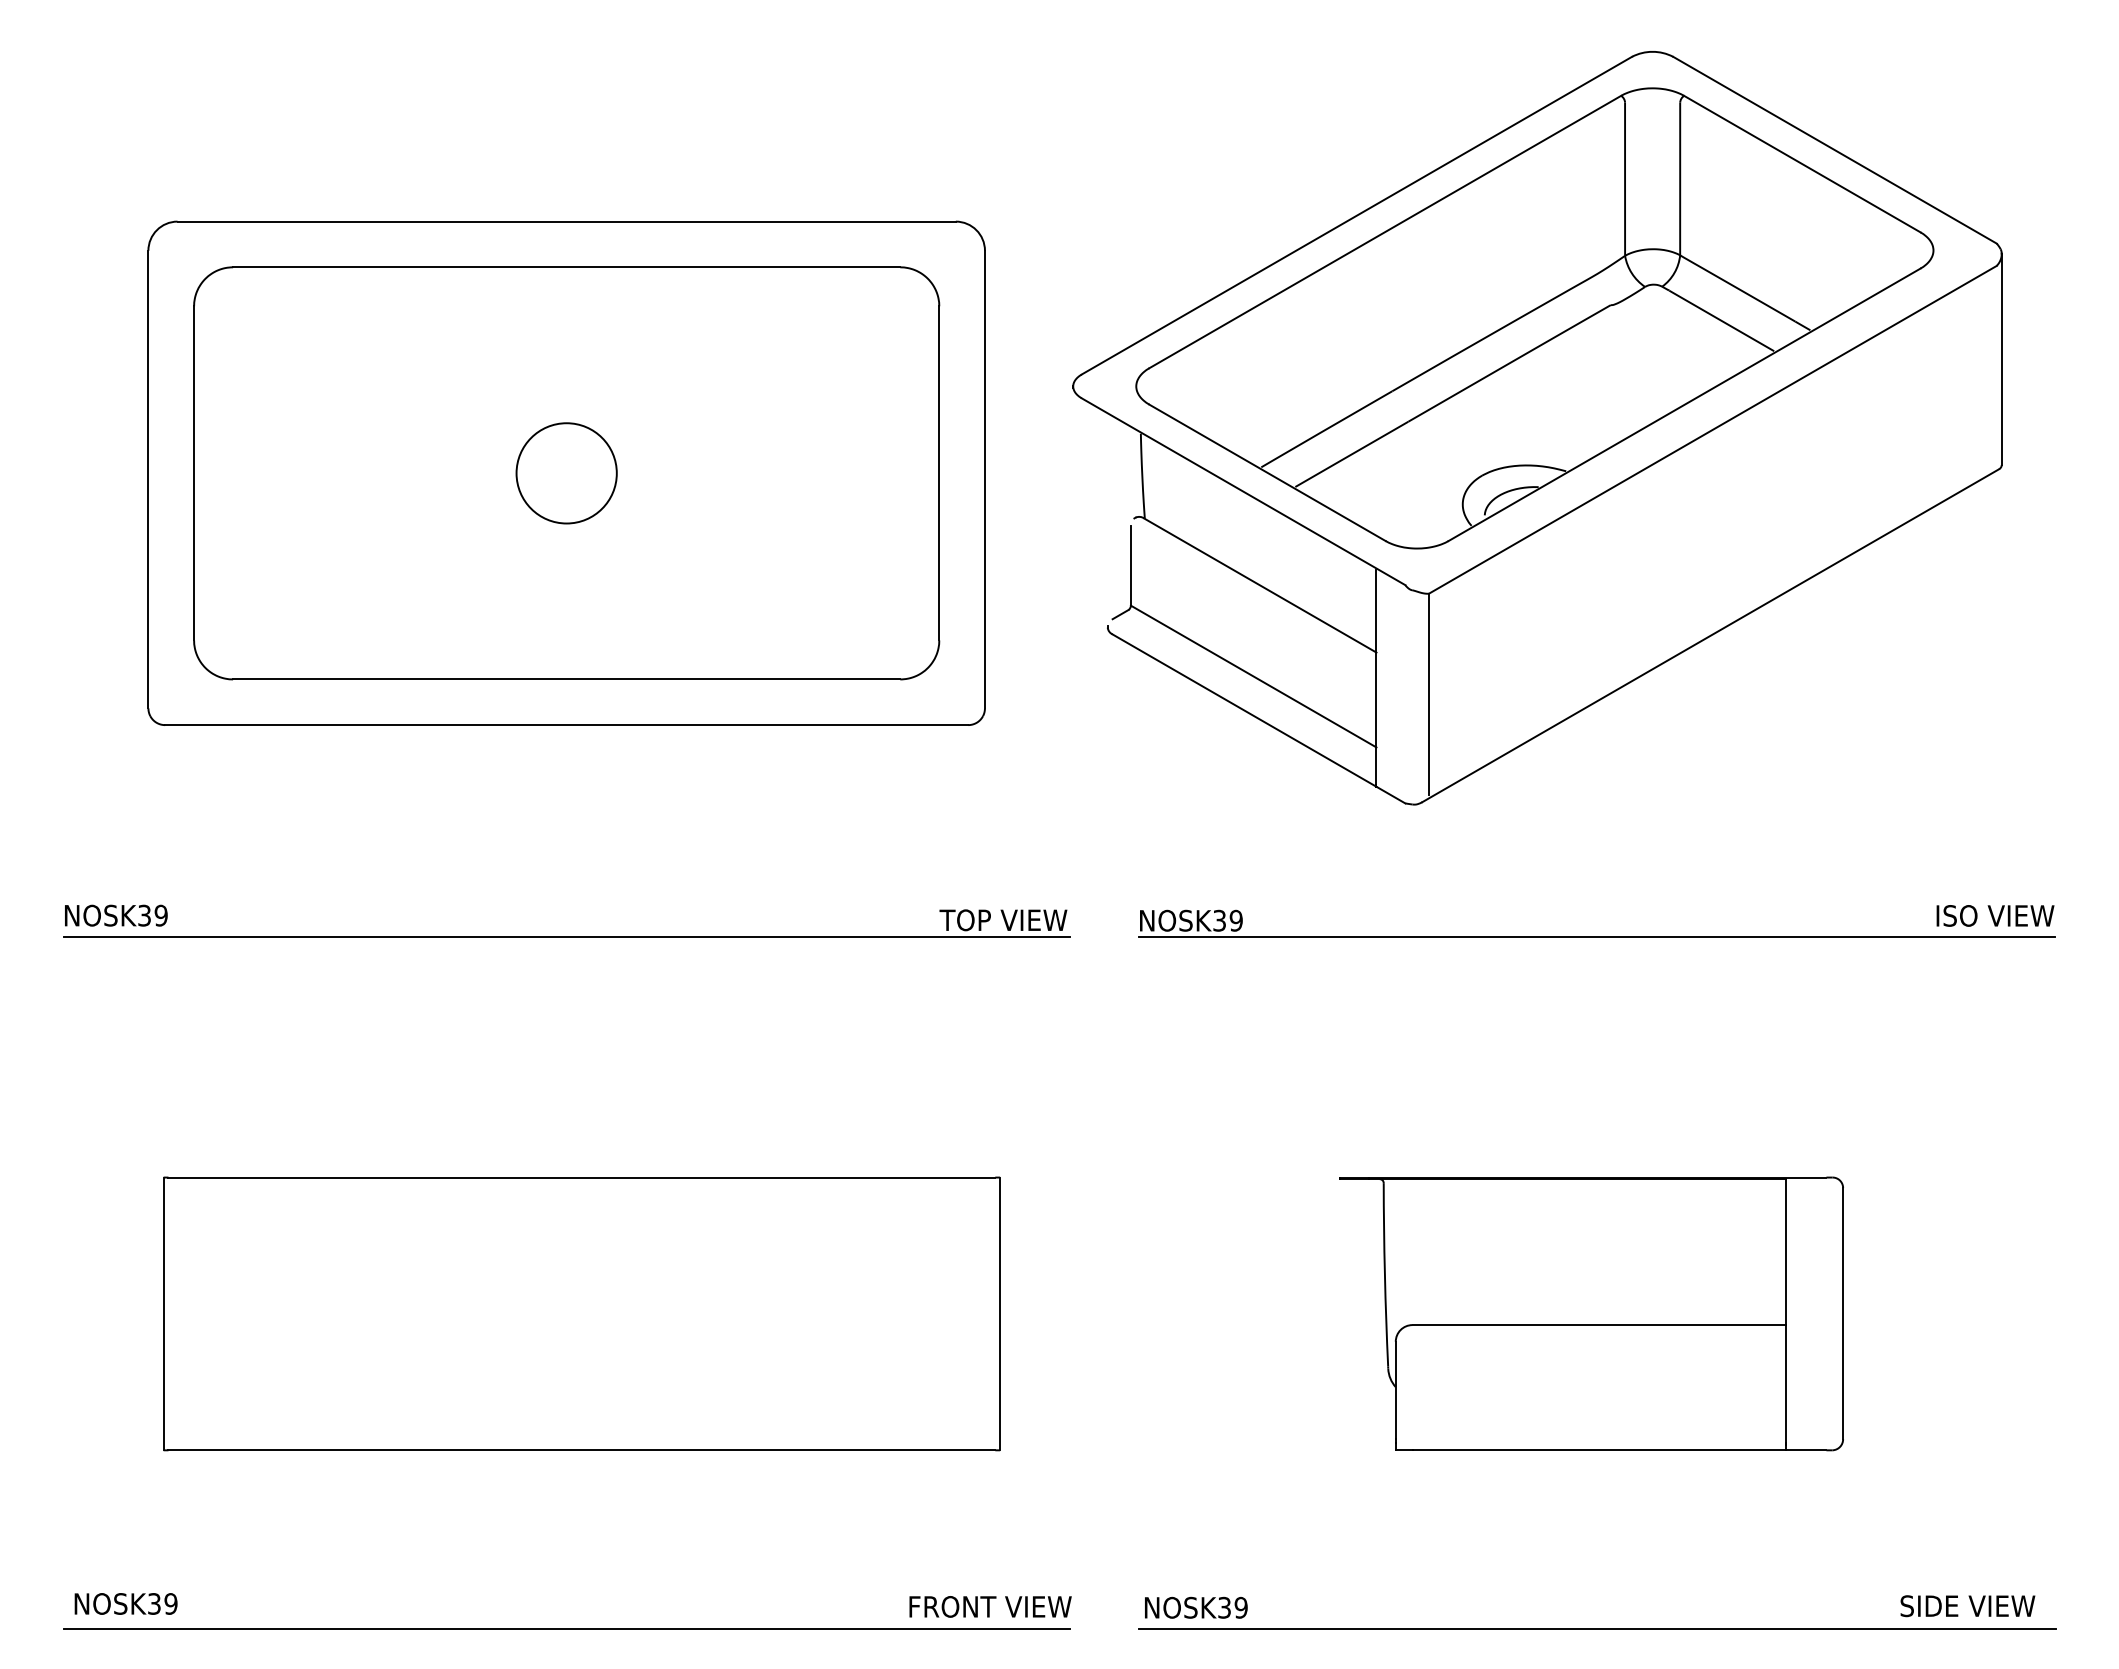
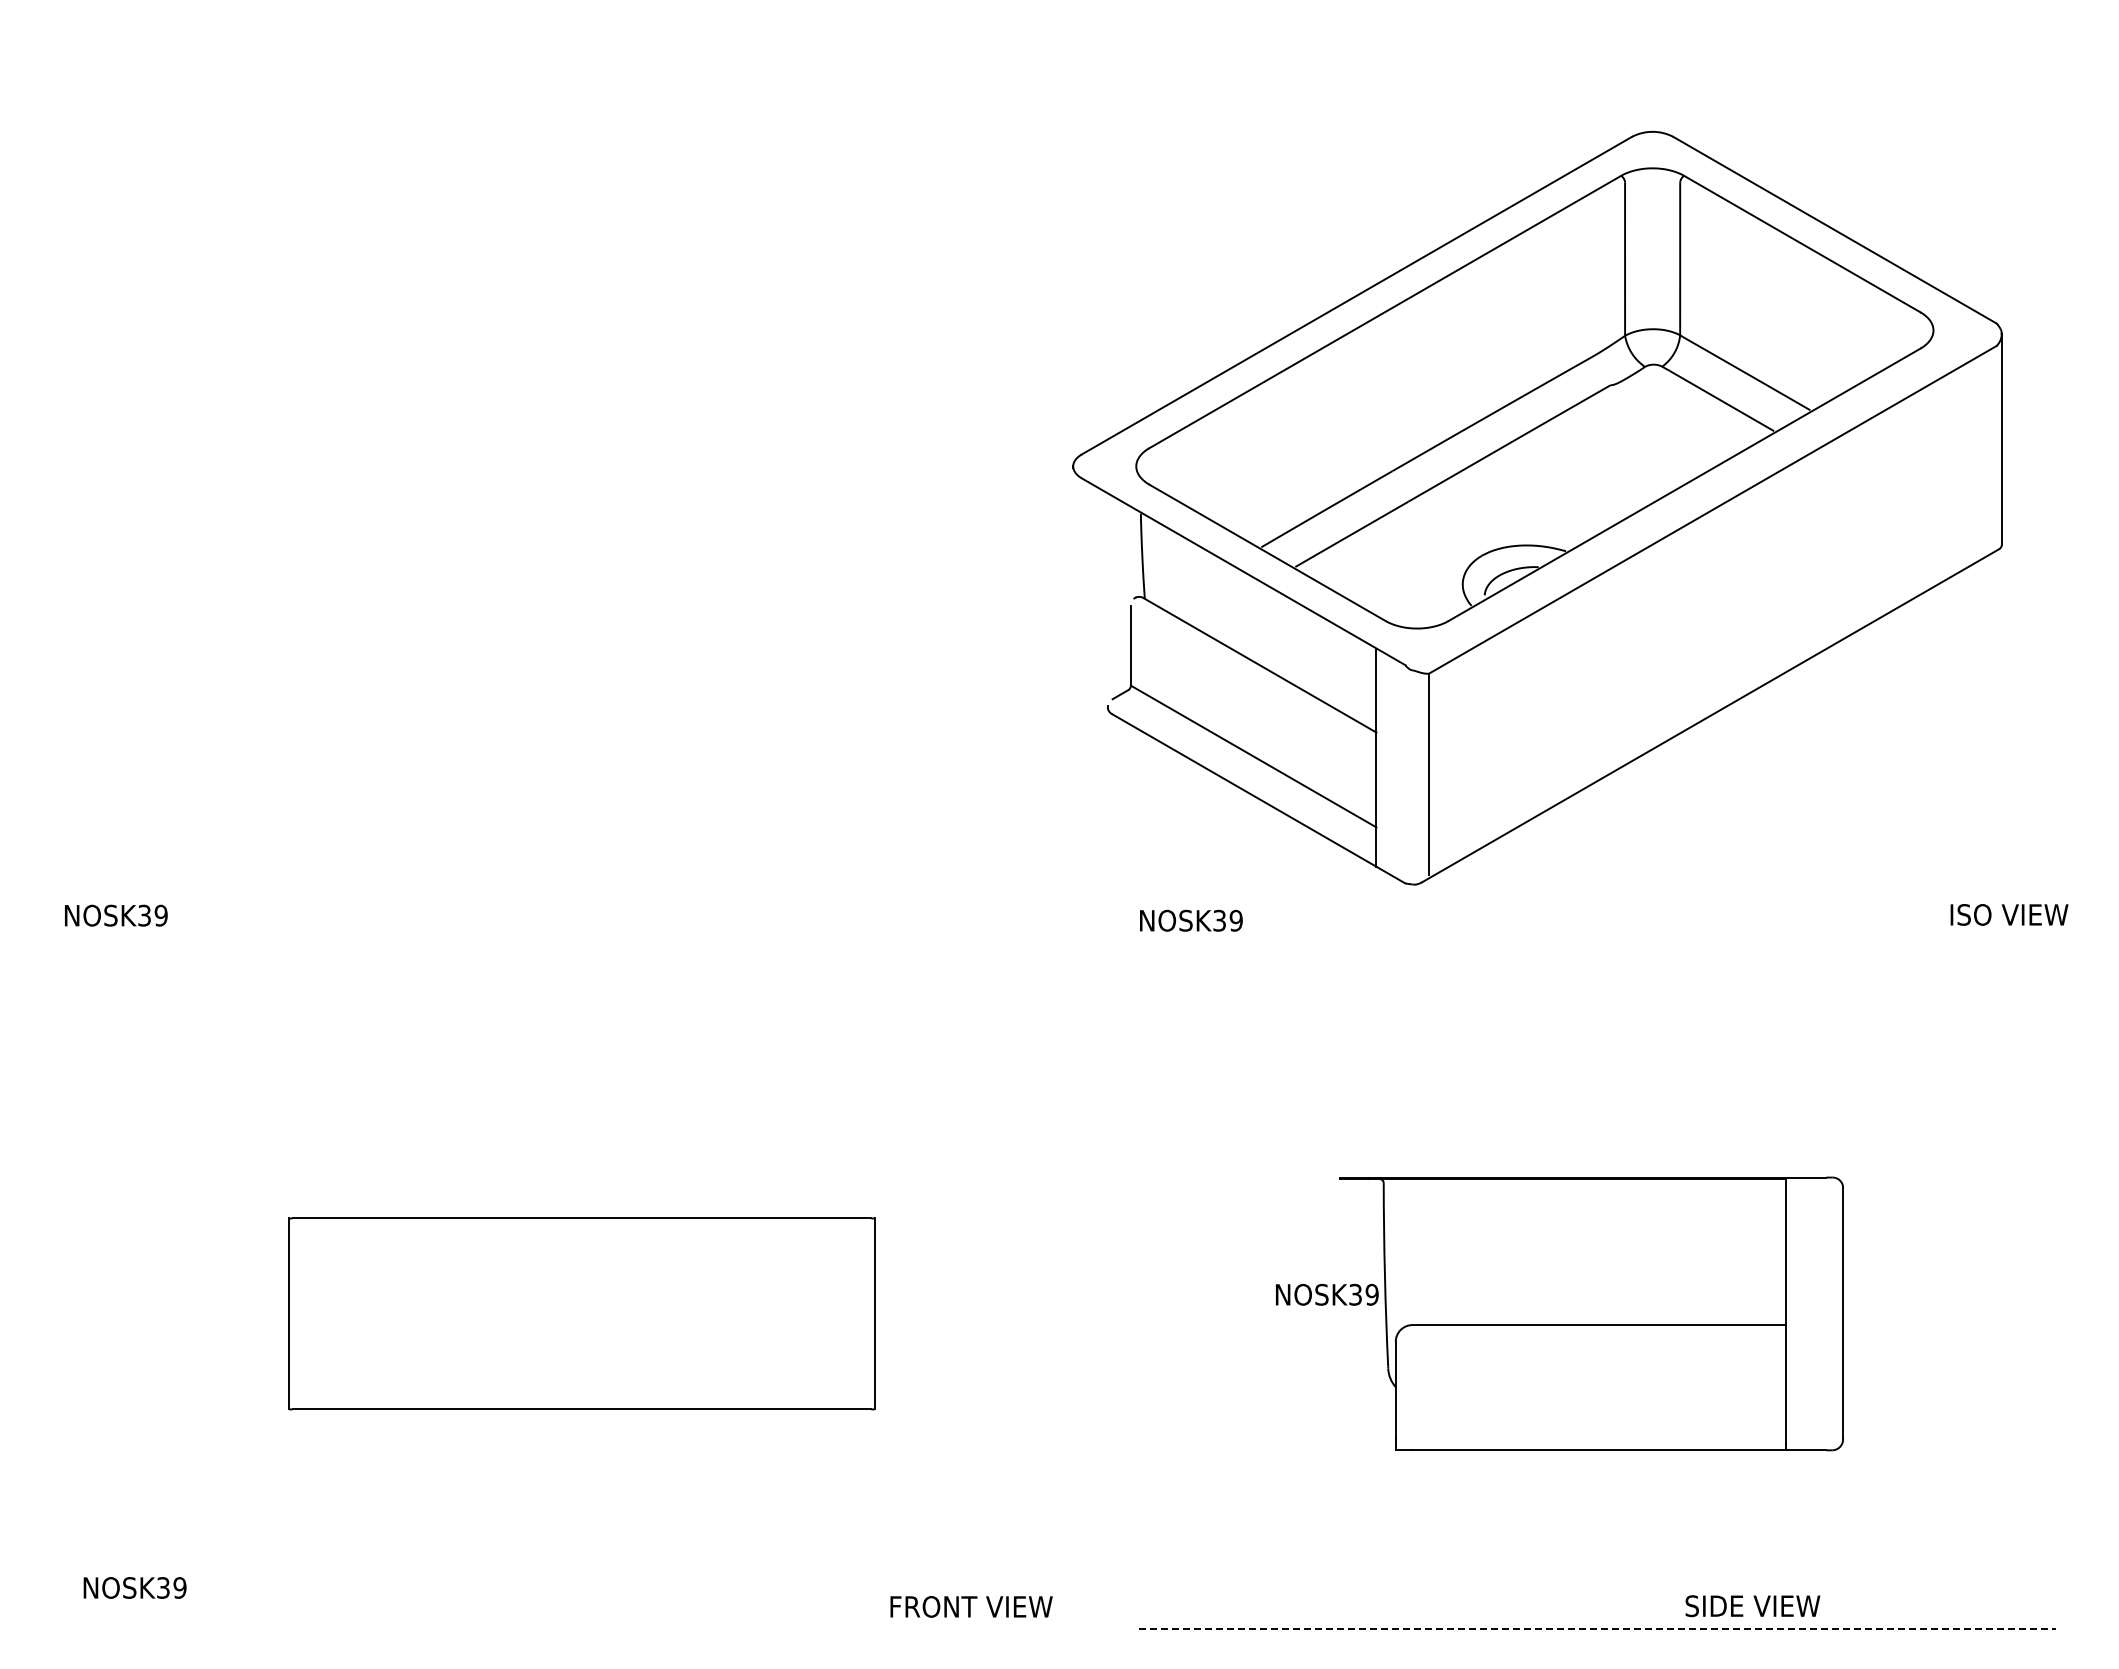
part at (1537, 428) position: (1537, 428) -> (1537, 508)
part at (566, 472): present -> none
text at (1995, 915) position: (1995, 915) -> (2009, 914)
part at (566, 936): present -> none
line at (1596, 937): present -> none
part at (581, 1313) size: 838x276 px -> 588x194 px
text at (125, 1603) position: (125, 1603) -> (134, 1587)
text at (990, 1606) position: (990, 1606) -> (971, 1606)
text at (1967, 1606) position: (1967, 1606) -> (1752, 1606)
text at (1196, 1607) position: (1196, 1607) -> (1327, 1294)
line at (566, 1629): present -> none
line at (1597, 1629): solid -> dashed
